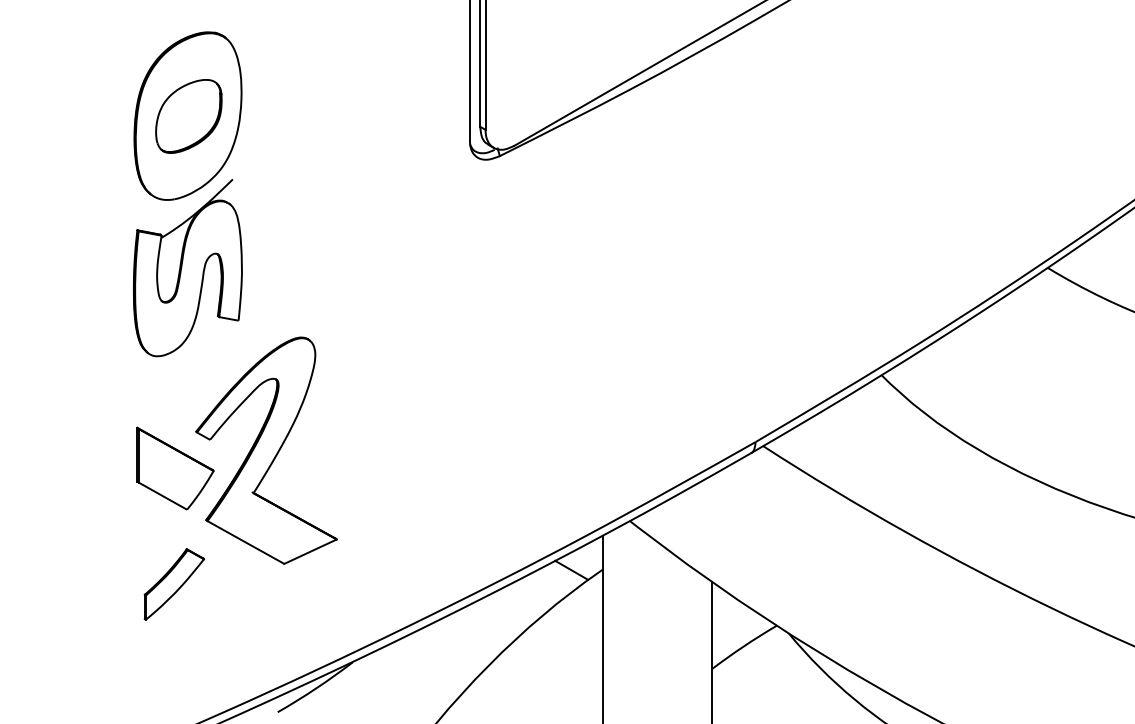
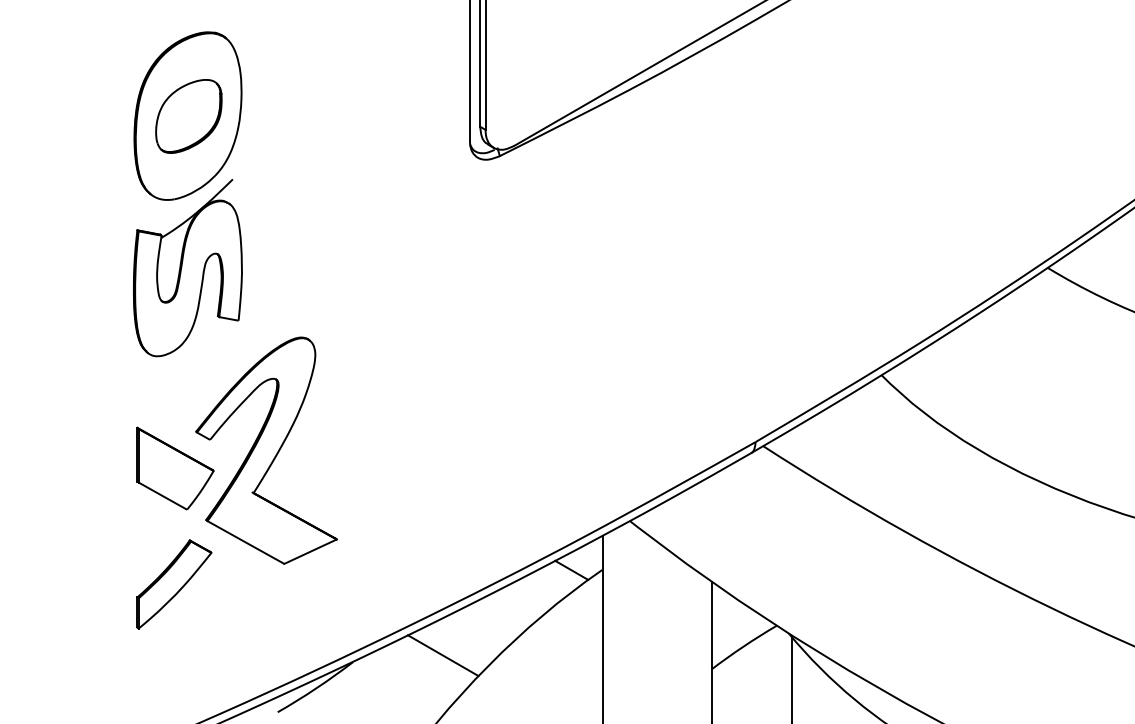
part at (174, 584) size: 63x73 px -> 77x91 px
line at (443, 655): none -> present
line at (791, 678): none -> present
